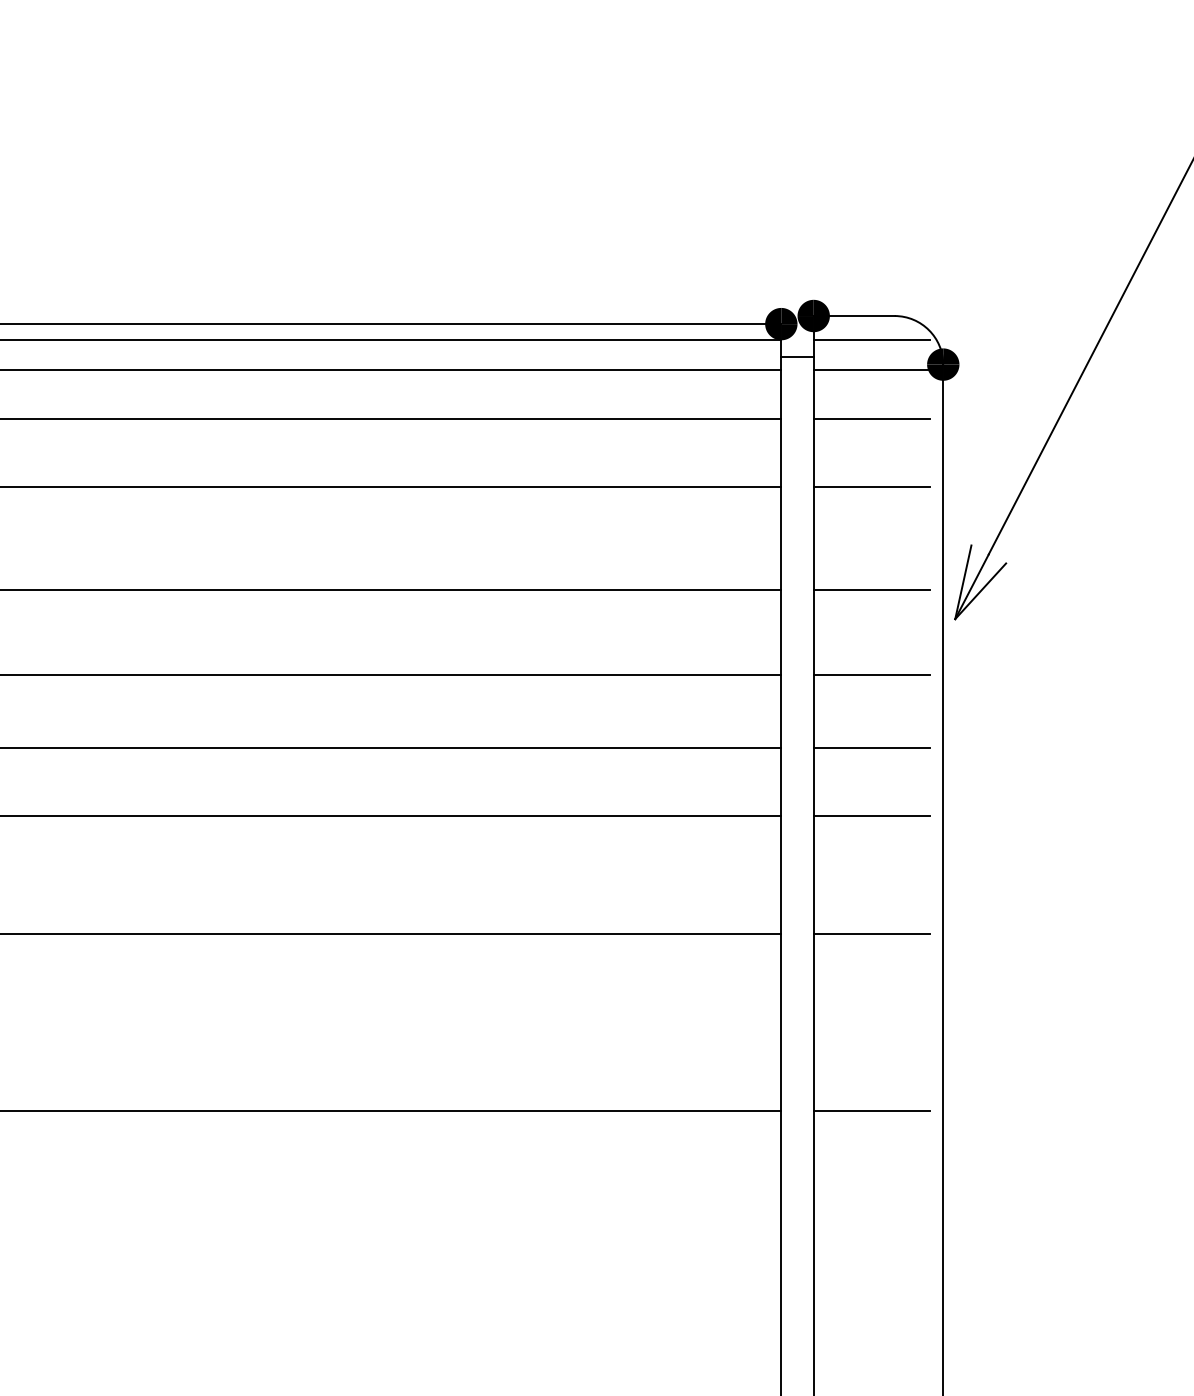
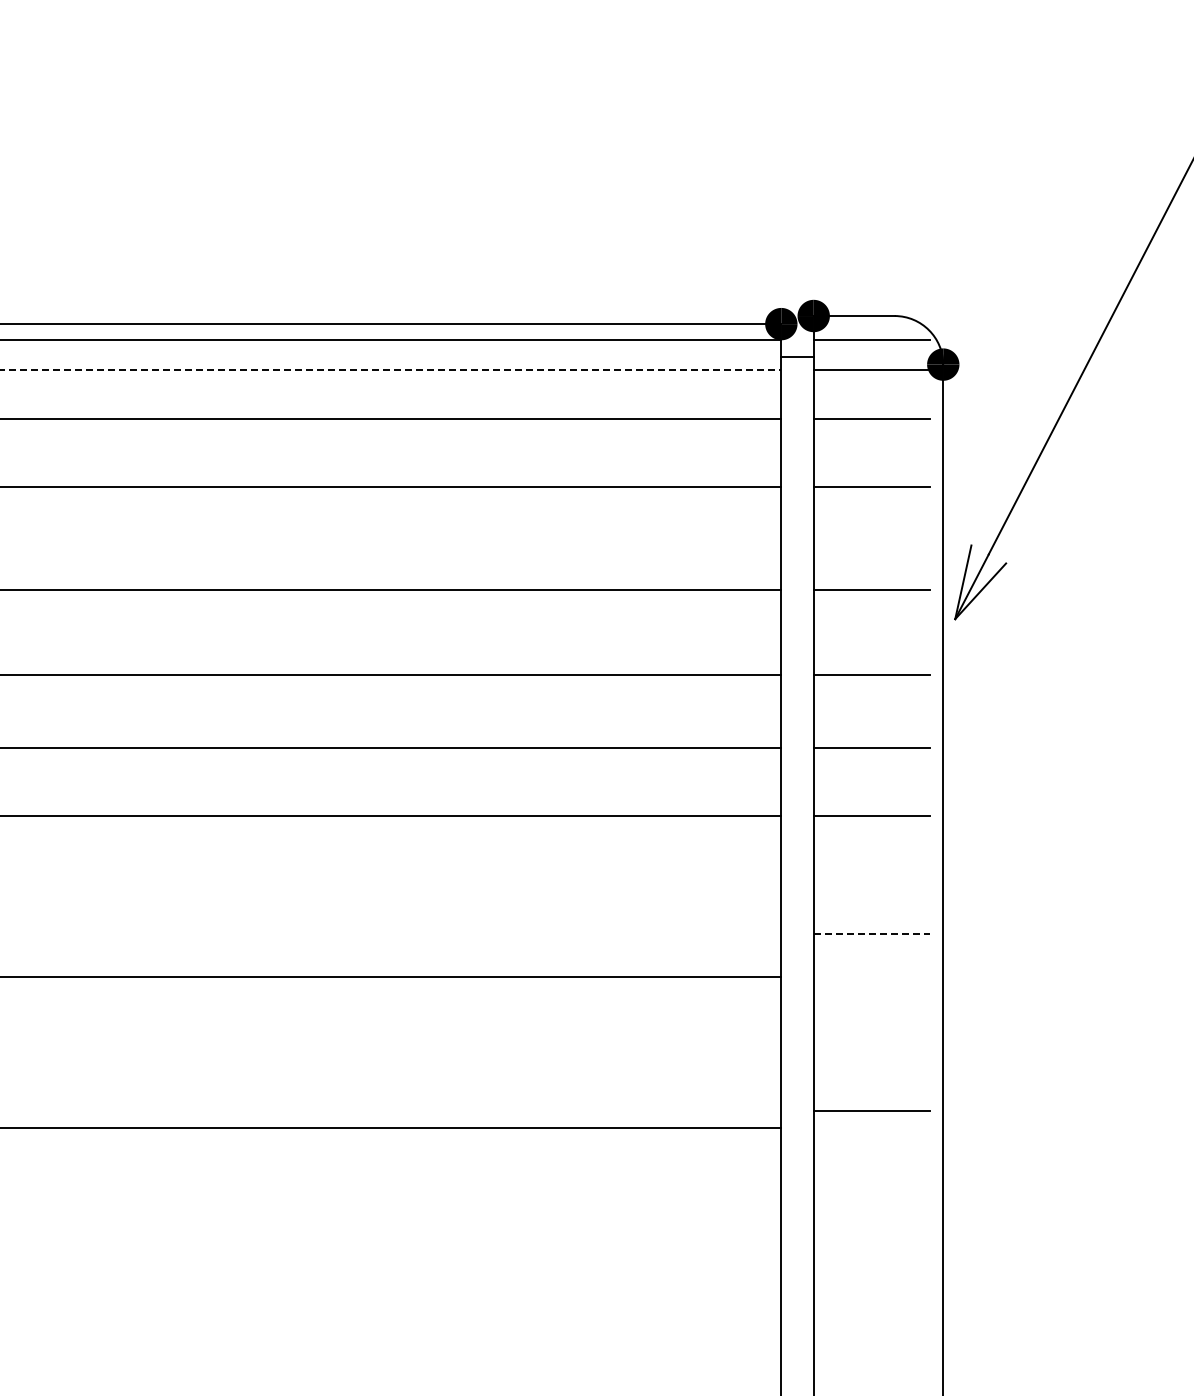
line at (391, 370): solid -> dashed
line at (391, 933) position: (391, 933) -> (391, 976)
line at (872, 933): solid -> dashed
line at (391, 1110) position: (391, 1110) -> (391, 1127)
